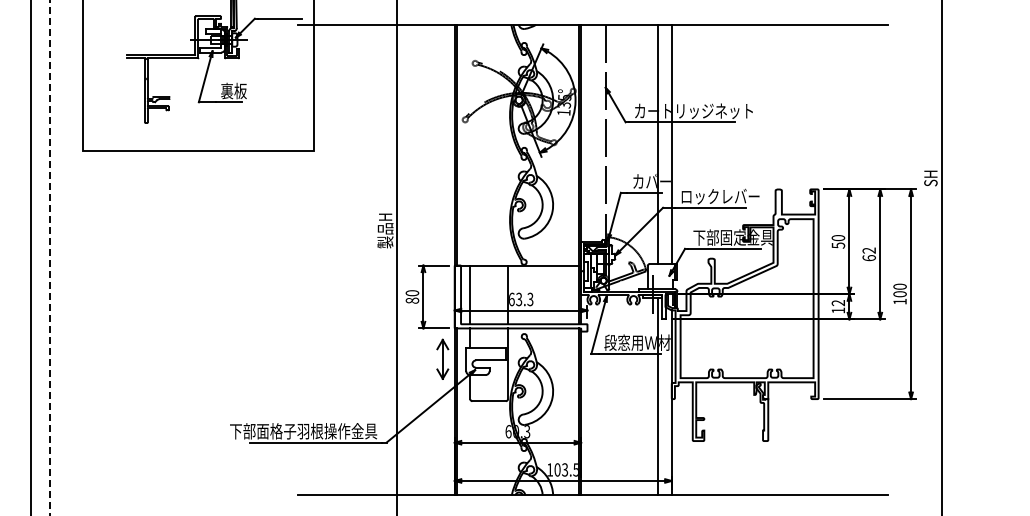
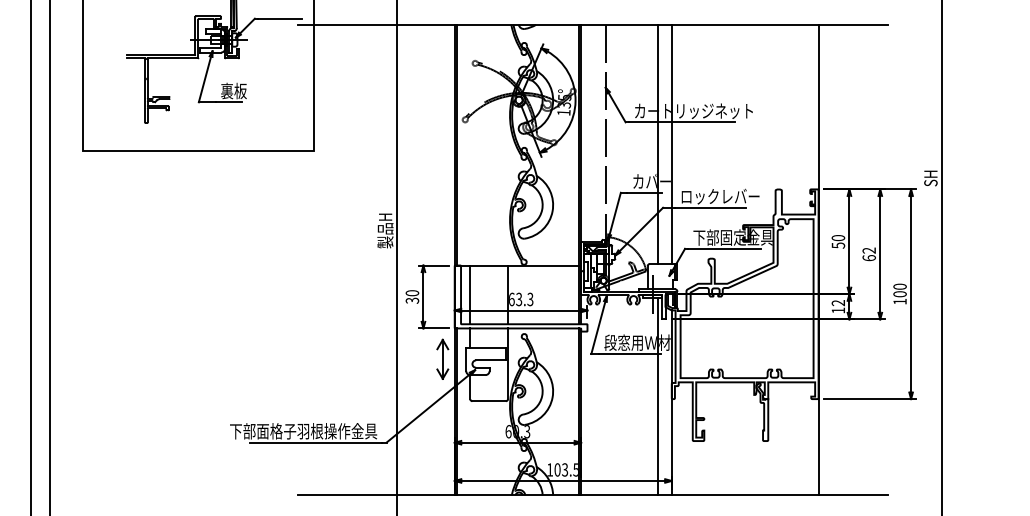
line at (50, 258): dashed -> solid
line at (818, 259): none -> present
text at (411, 300): 80 -> 30
